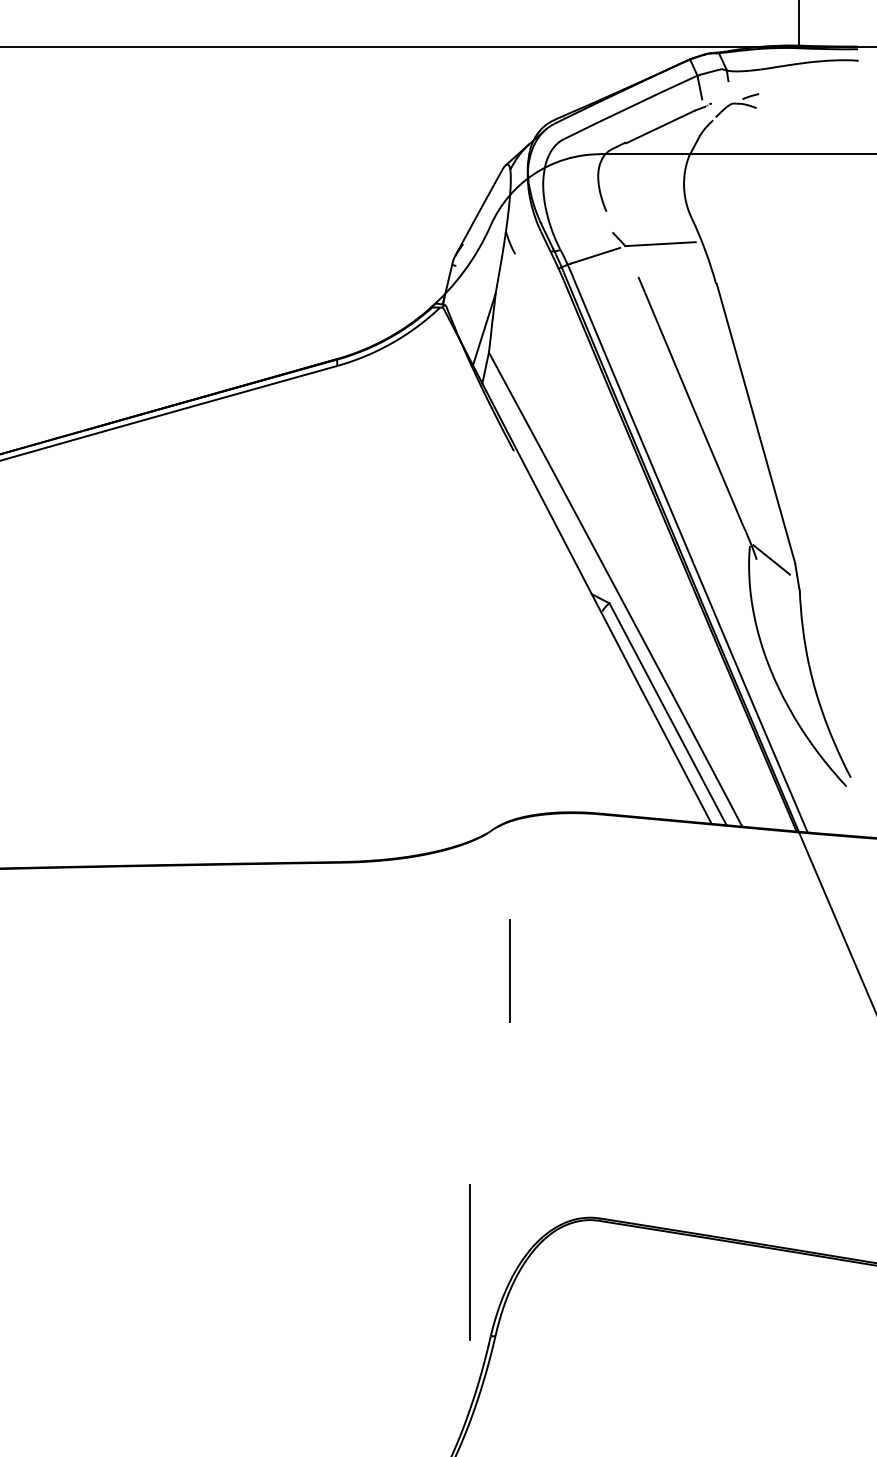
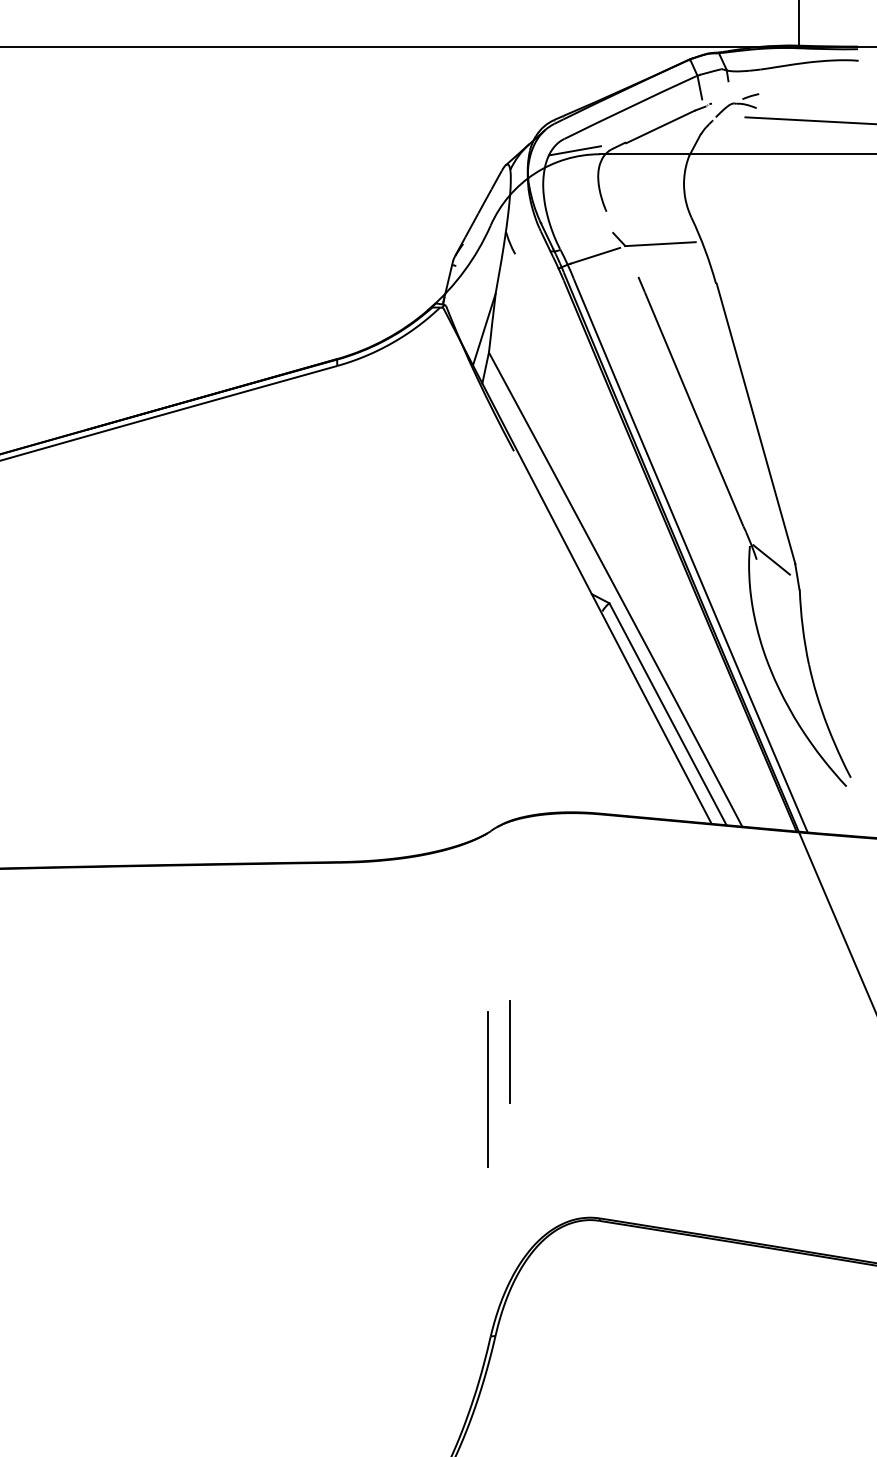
line at (809, 120): none -> present
line at (574, 150): none -> present
line at (509, 970) position: (509, 970) -> (509, 1051)
line at (469, 1262) position: (469, 1262) -> (487, 1089)
